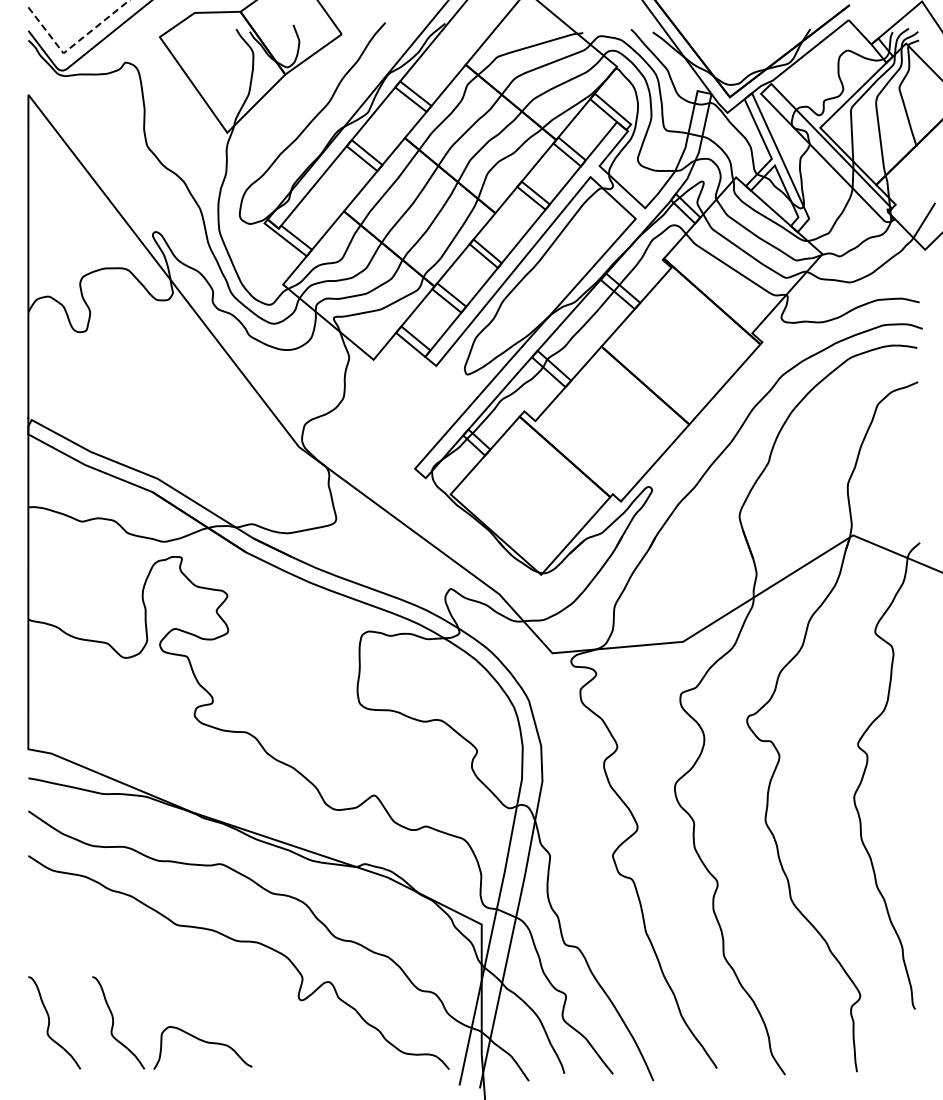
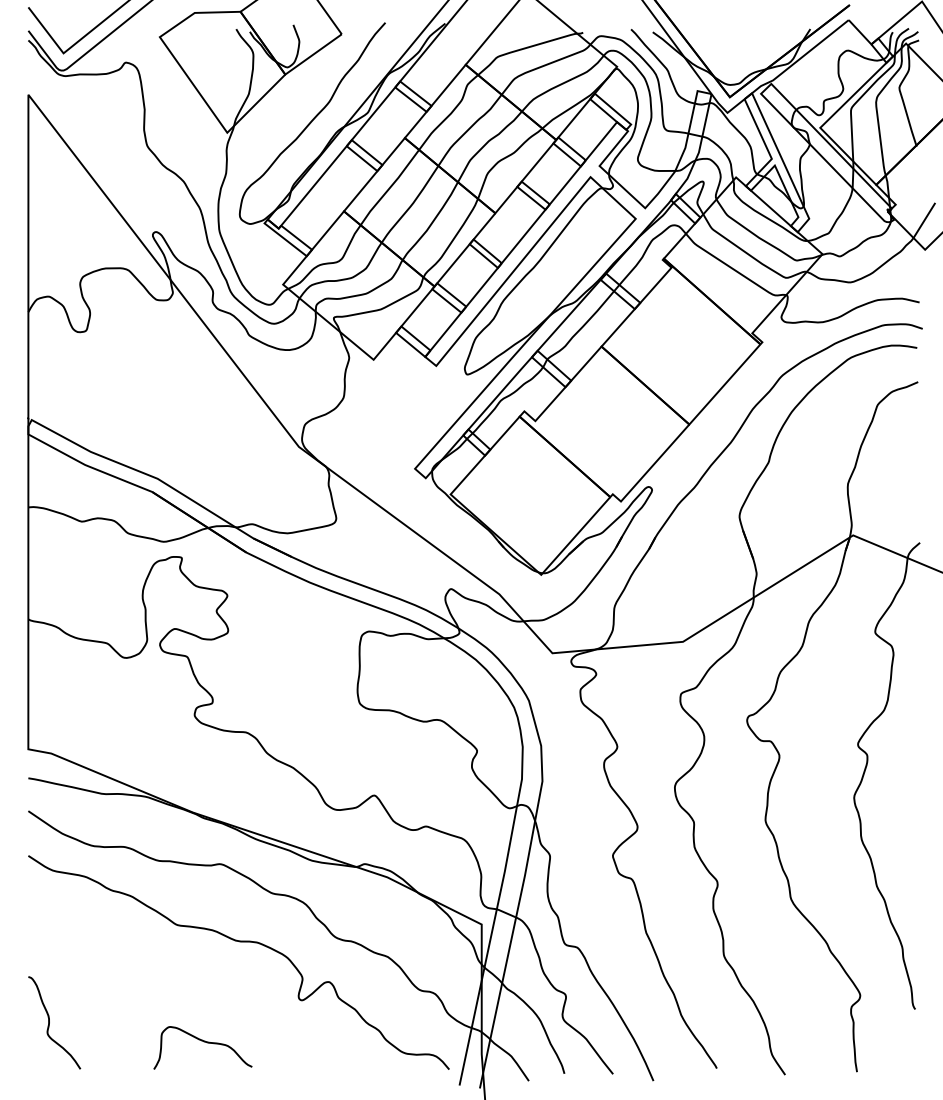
line at (73, 45): dashed -> solid
curve at (113, 1022): present -> none
